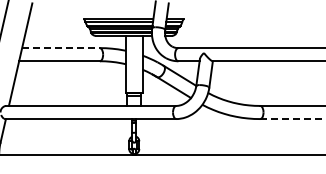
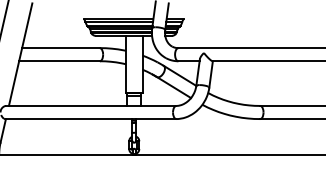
line at (61, 48): dashed -> solid
line at (292, 119): dashed -> solid
